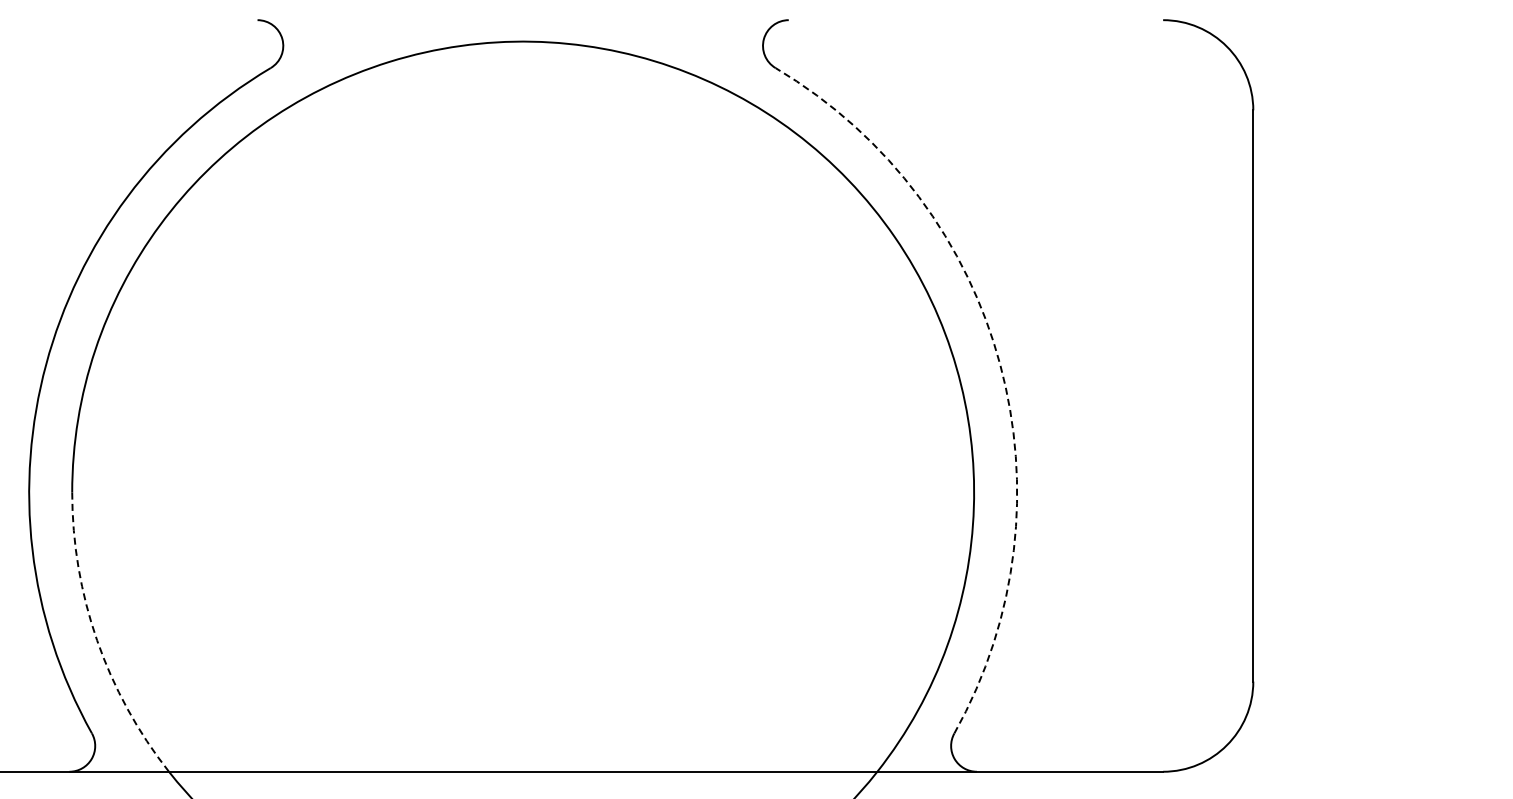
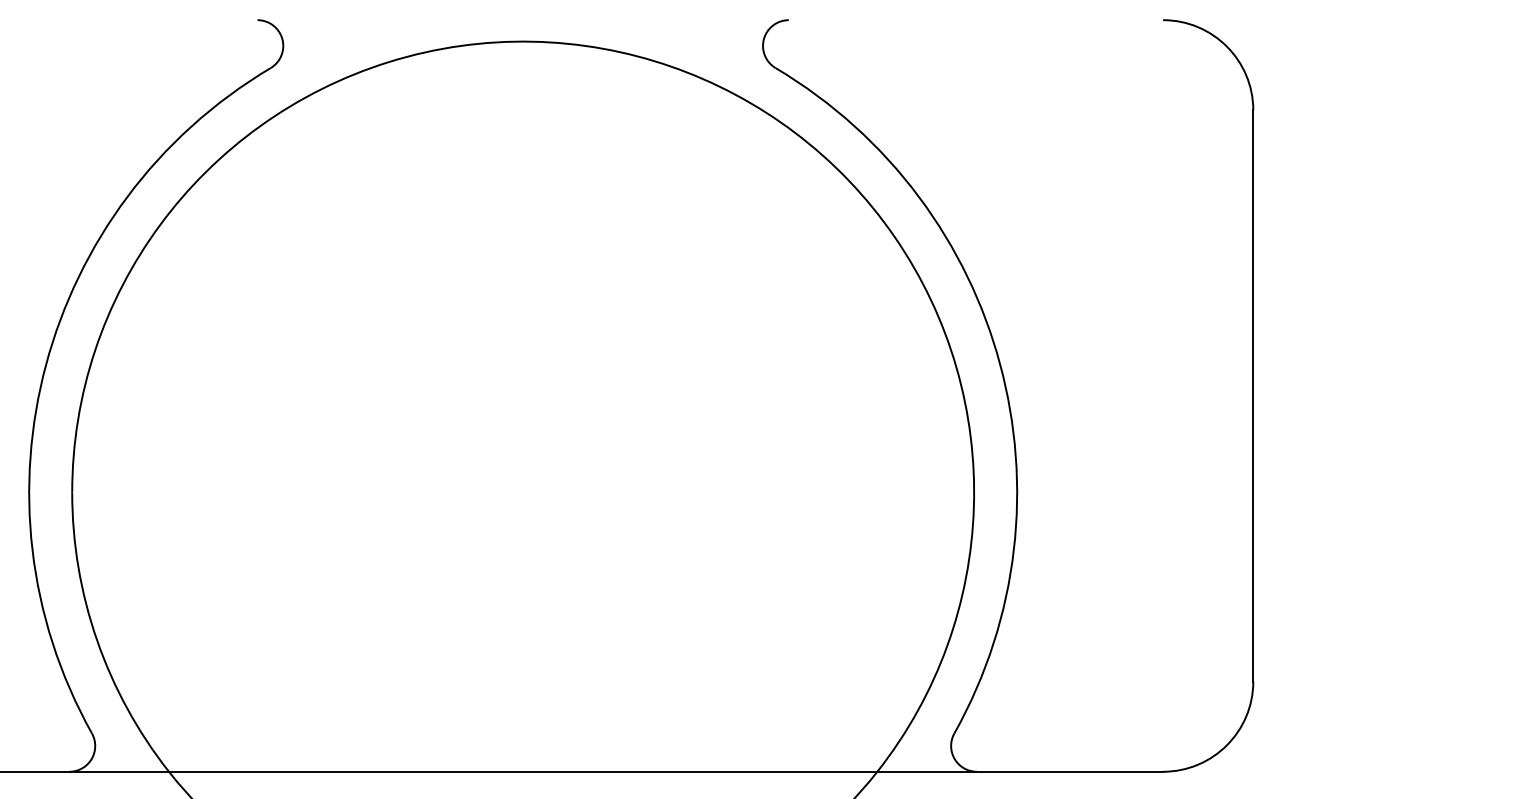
arc at (1000, 364): dashed -> solid
arc at (97, 640): dashed -> solid
